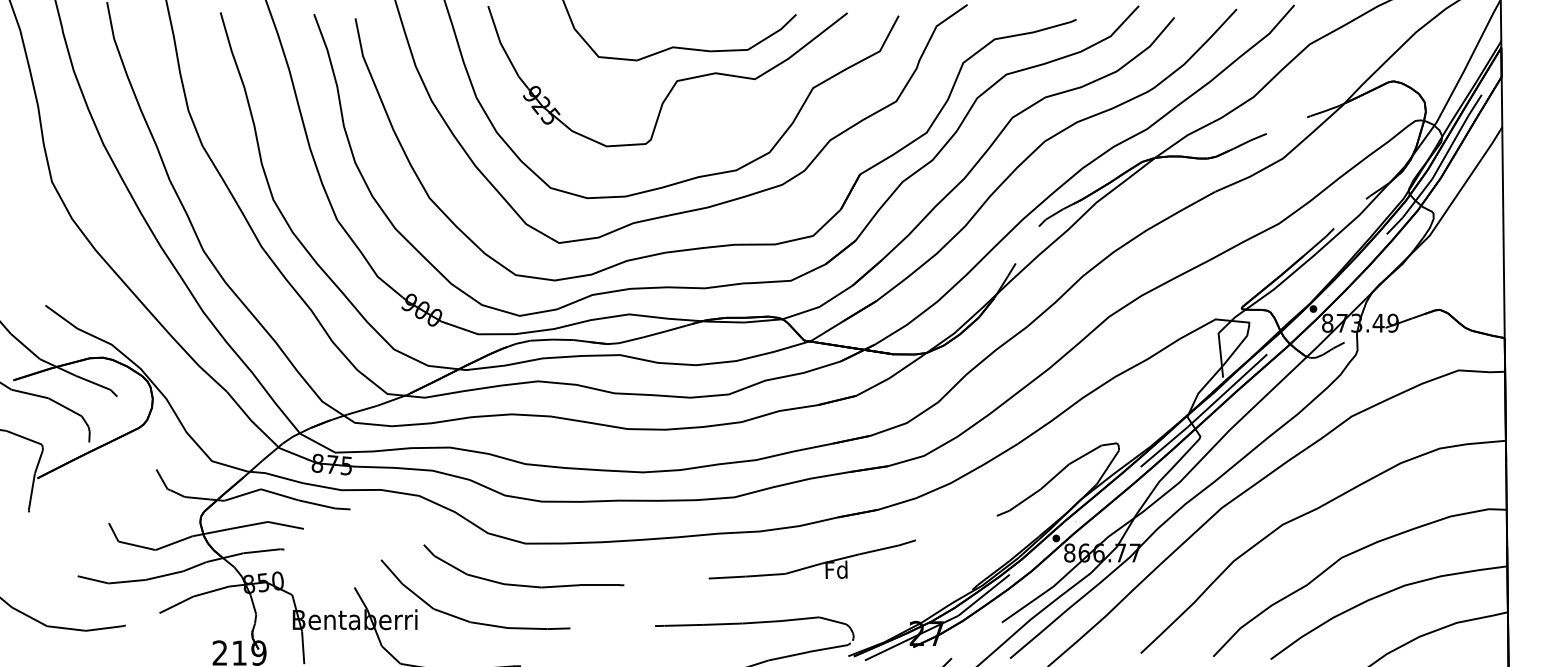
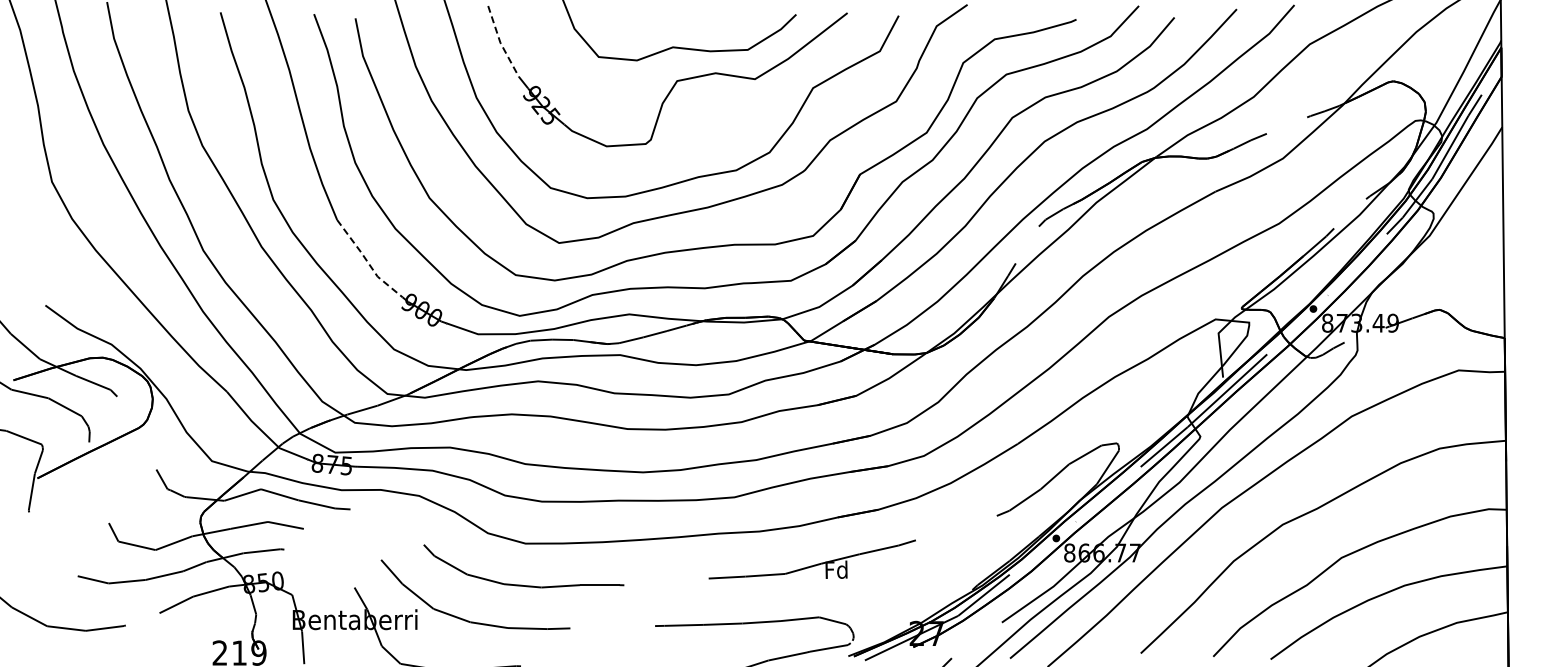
line at (500, 42): solid -> dashed
line at (367, 261): solid -> dashed
